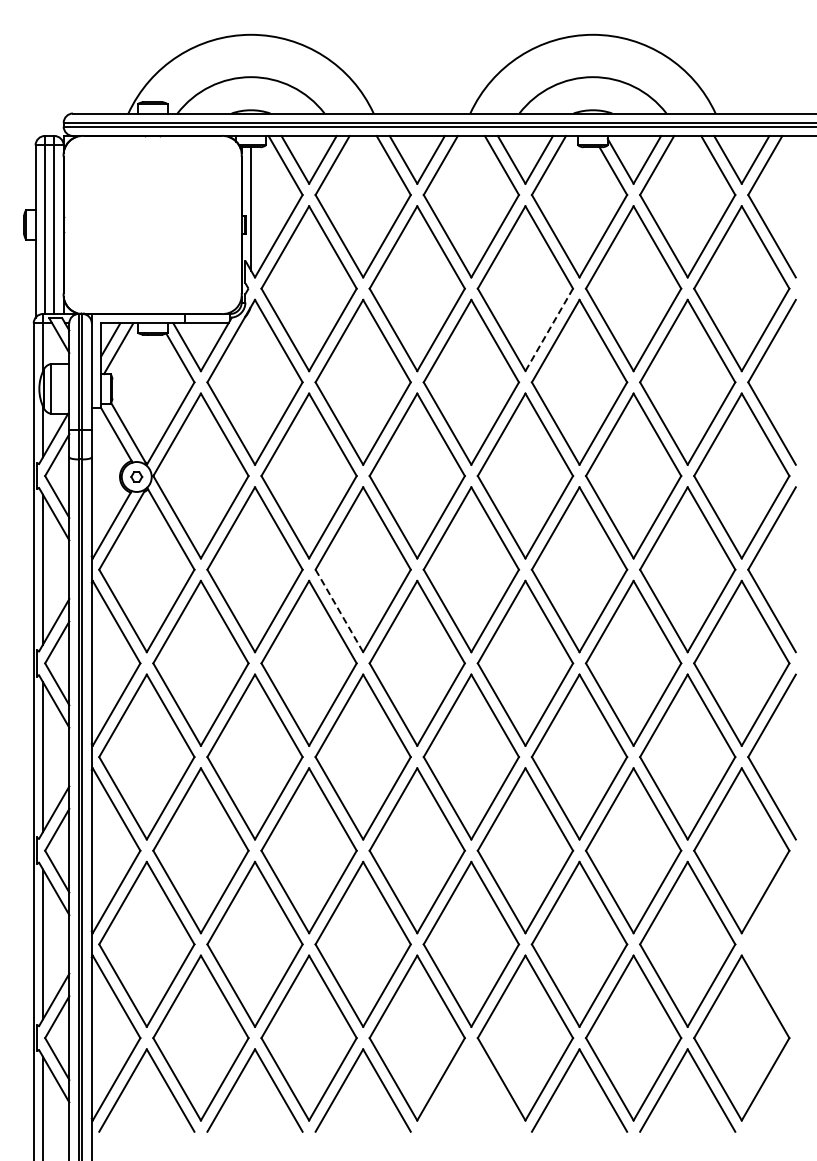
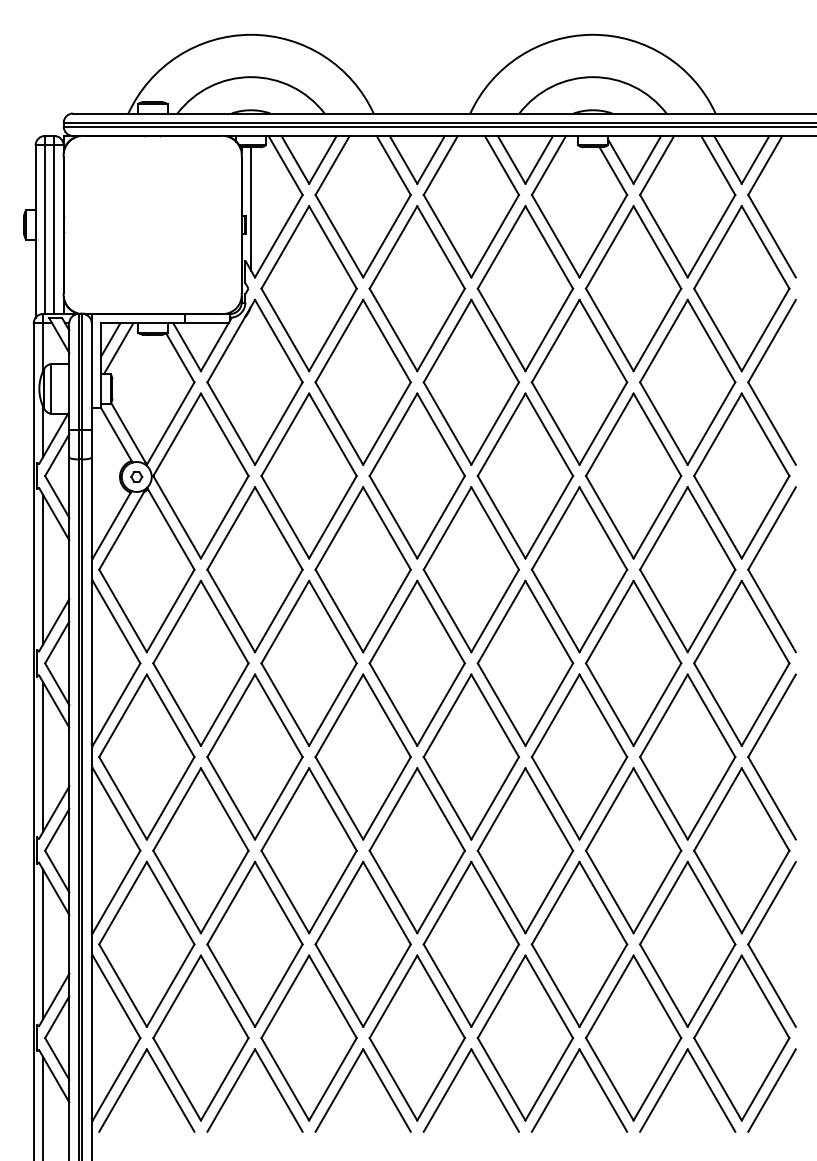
line at (549, 329): dashed -> solid
line at (339, 610): dashed -> solid
part at (755, 934): none -> present
part at (455, 1079): none -> present
line at (771, 1090): none -> present
